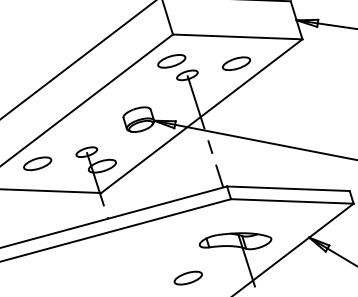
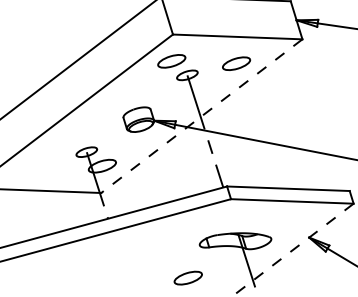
line at (201, 116): solid -> dashed
part at (37, 163): present -> none
line at (292, 250): solid -> dashed
